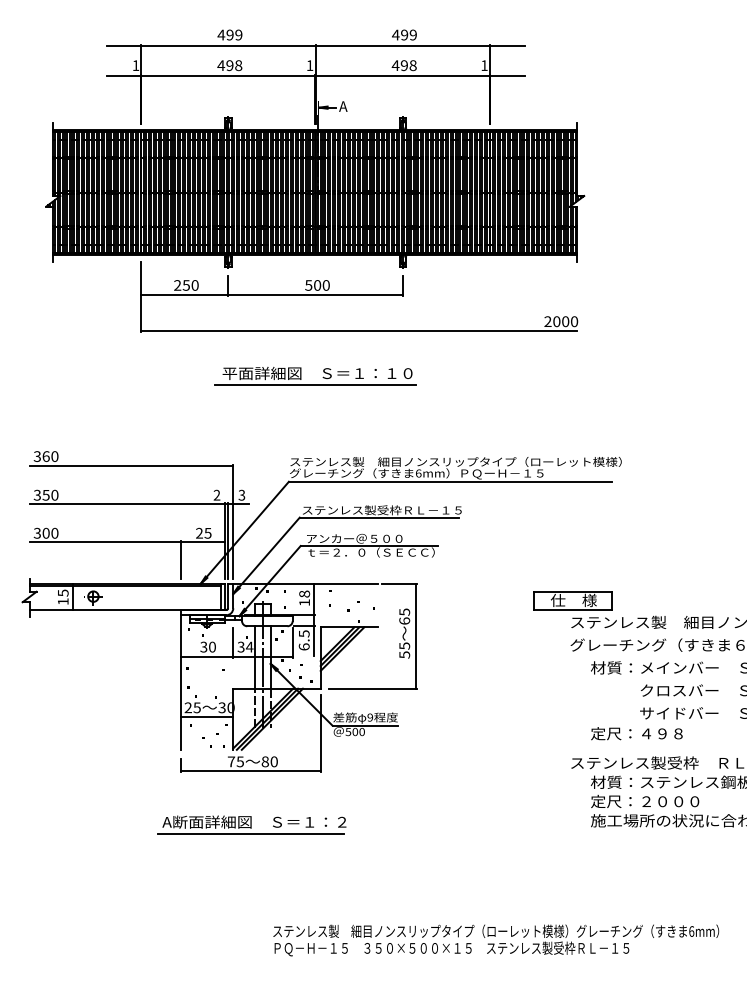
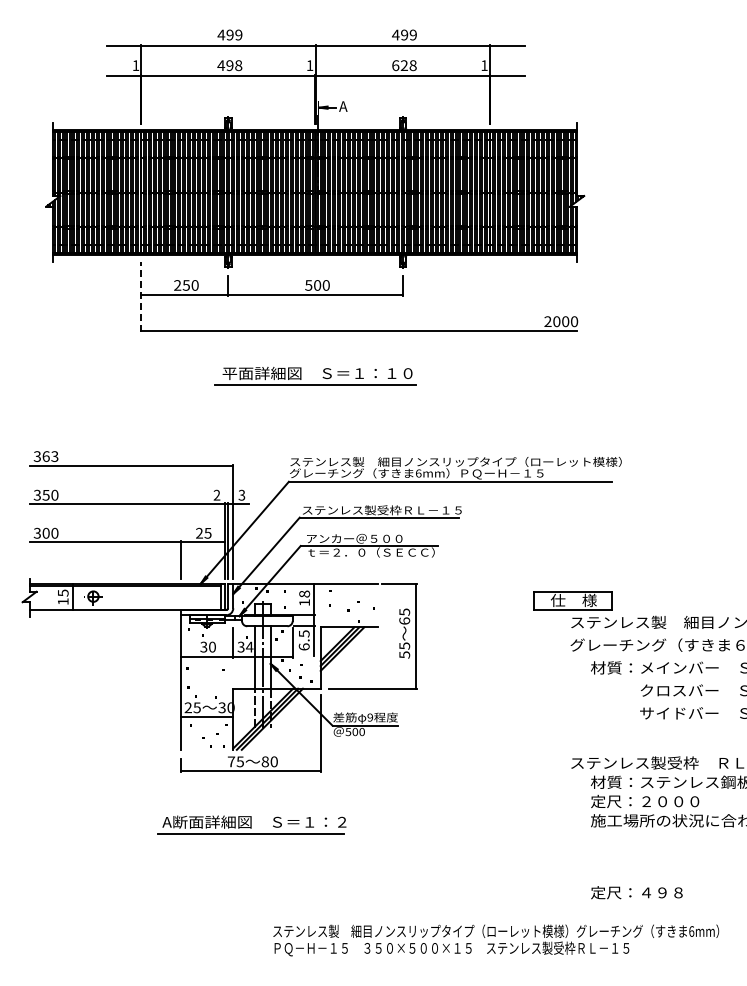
text at (399, 65): 498 -> 628
line at (141, 297): solid -> dashed
text at (54, 456): 360 -> 363
text at (636, 733) position: (636, 733) -> (636, 892)
